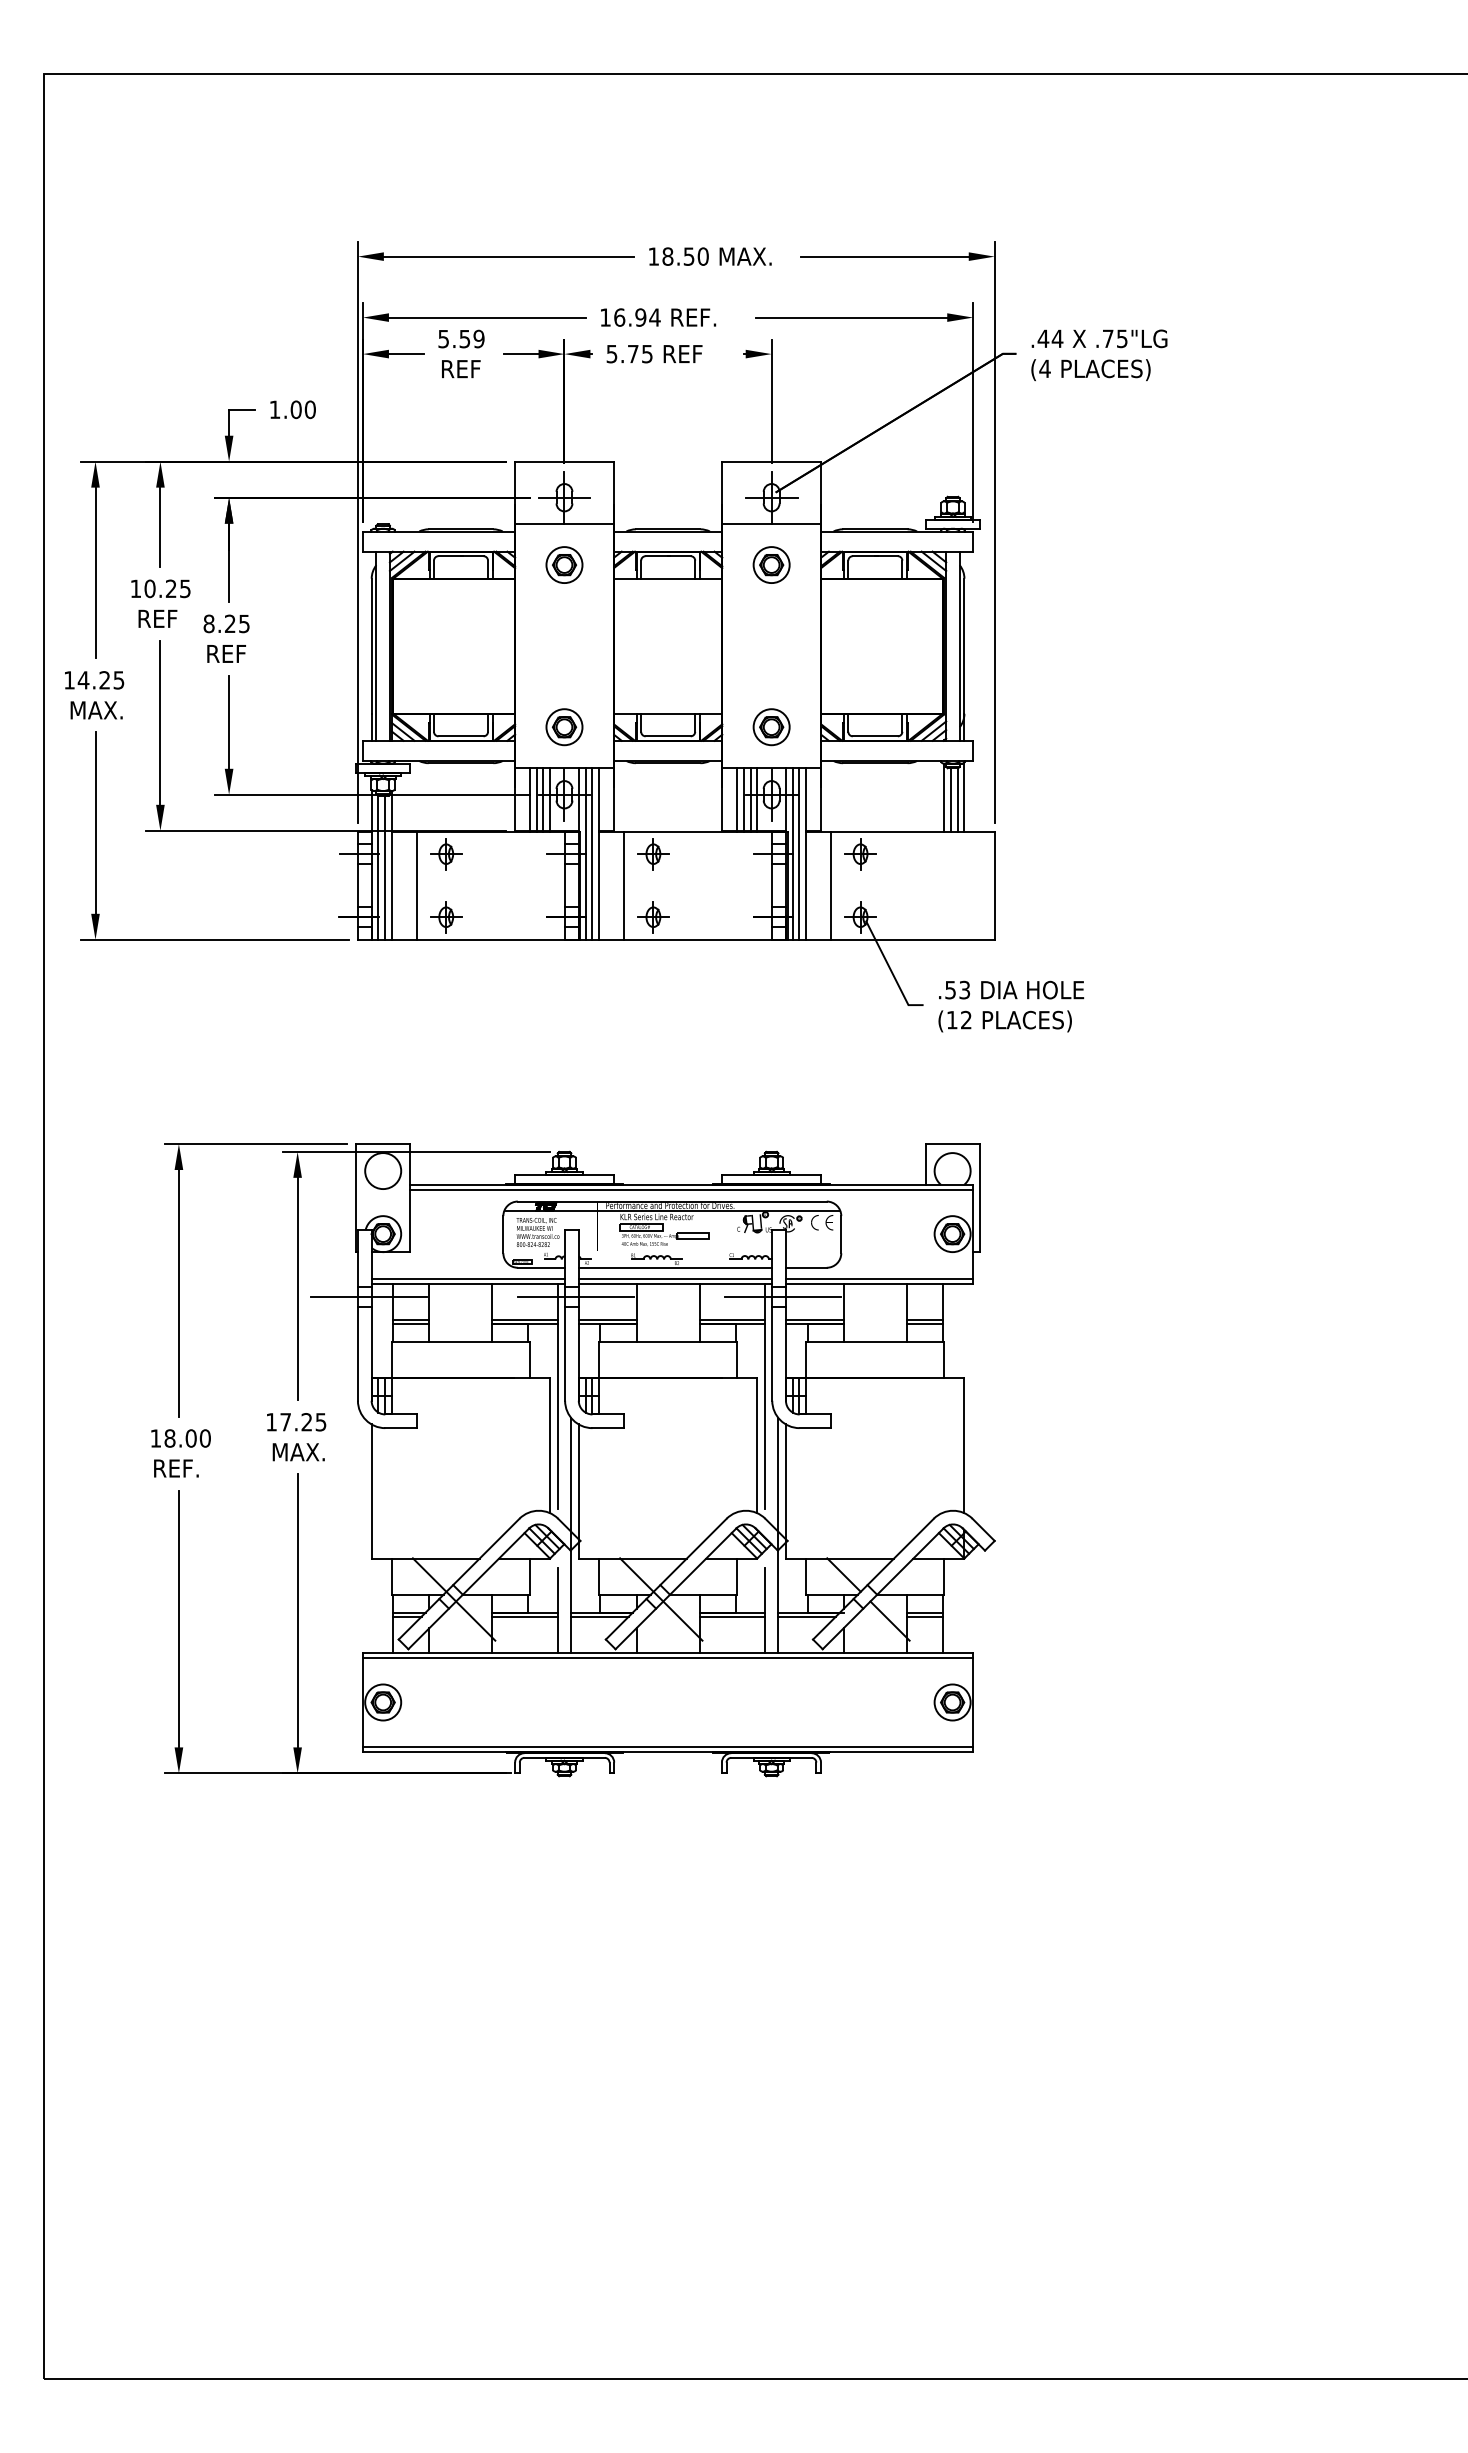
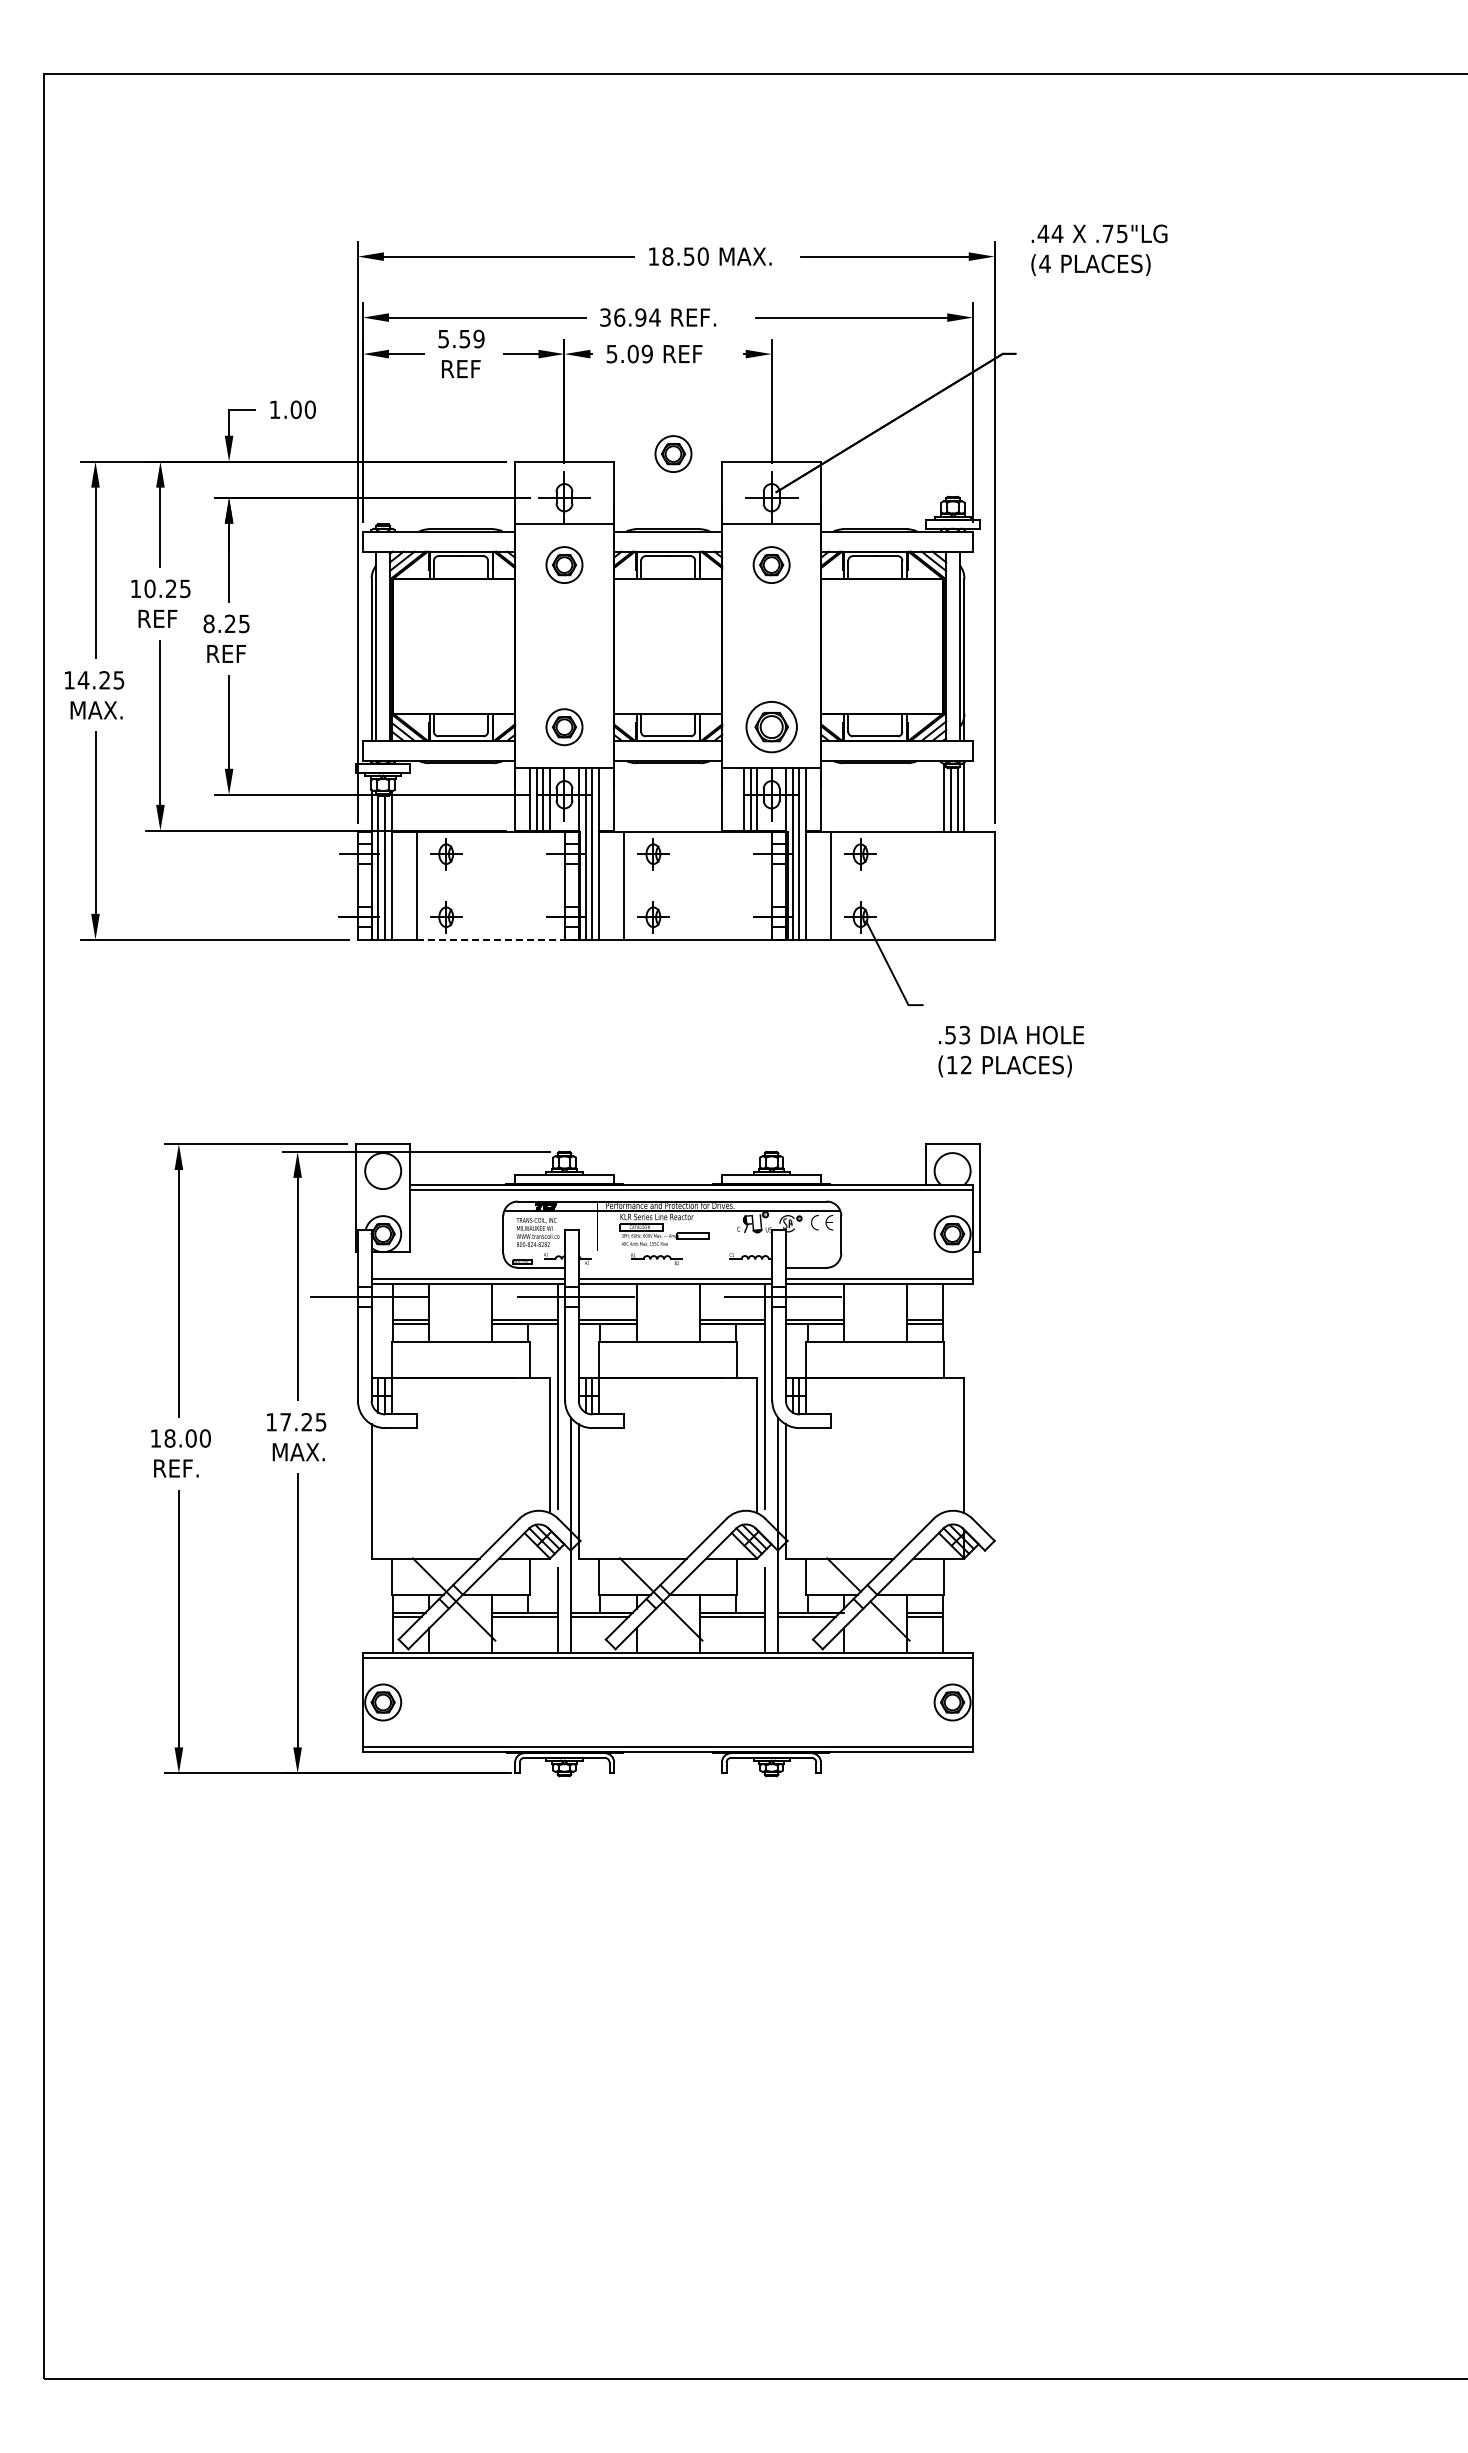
text at (605, 317): 16.94 -> 36.94
text at (639, 353): 5.75 -> 5.09
text at (1099, 355) position: (1099, 355) -> (1099, 250)
part at (673, 453): none -> present
part at (771, 727) size: 39x39 px -> 53x53 px
line at (737, 799): present -> none
line at (498, 939): solid -> dashed
text at (1011, 1006) position: (1011, 1006) -> (1011, 1051)
line at (675, 1267): present -> none
